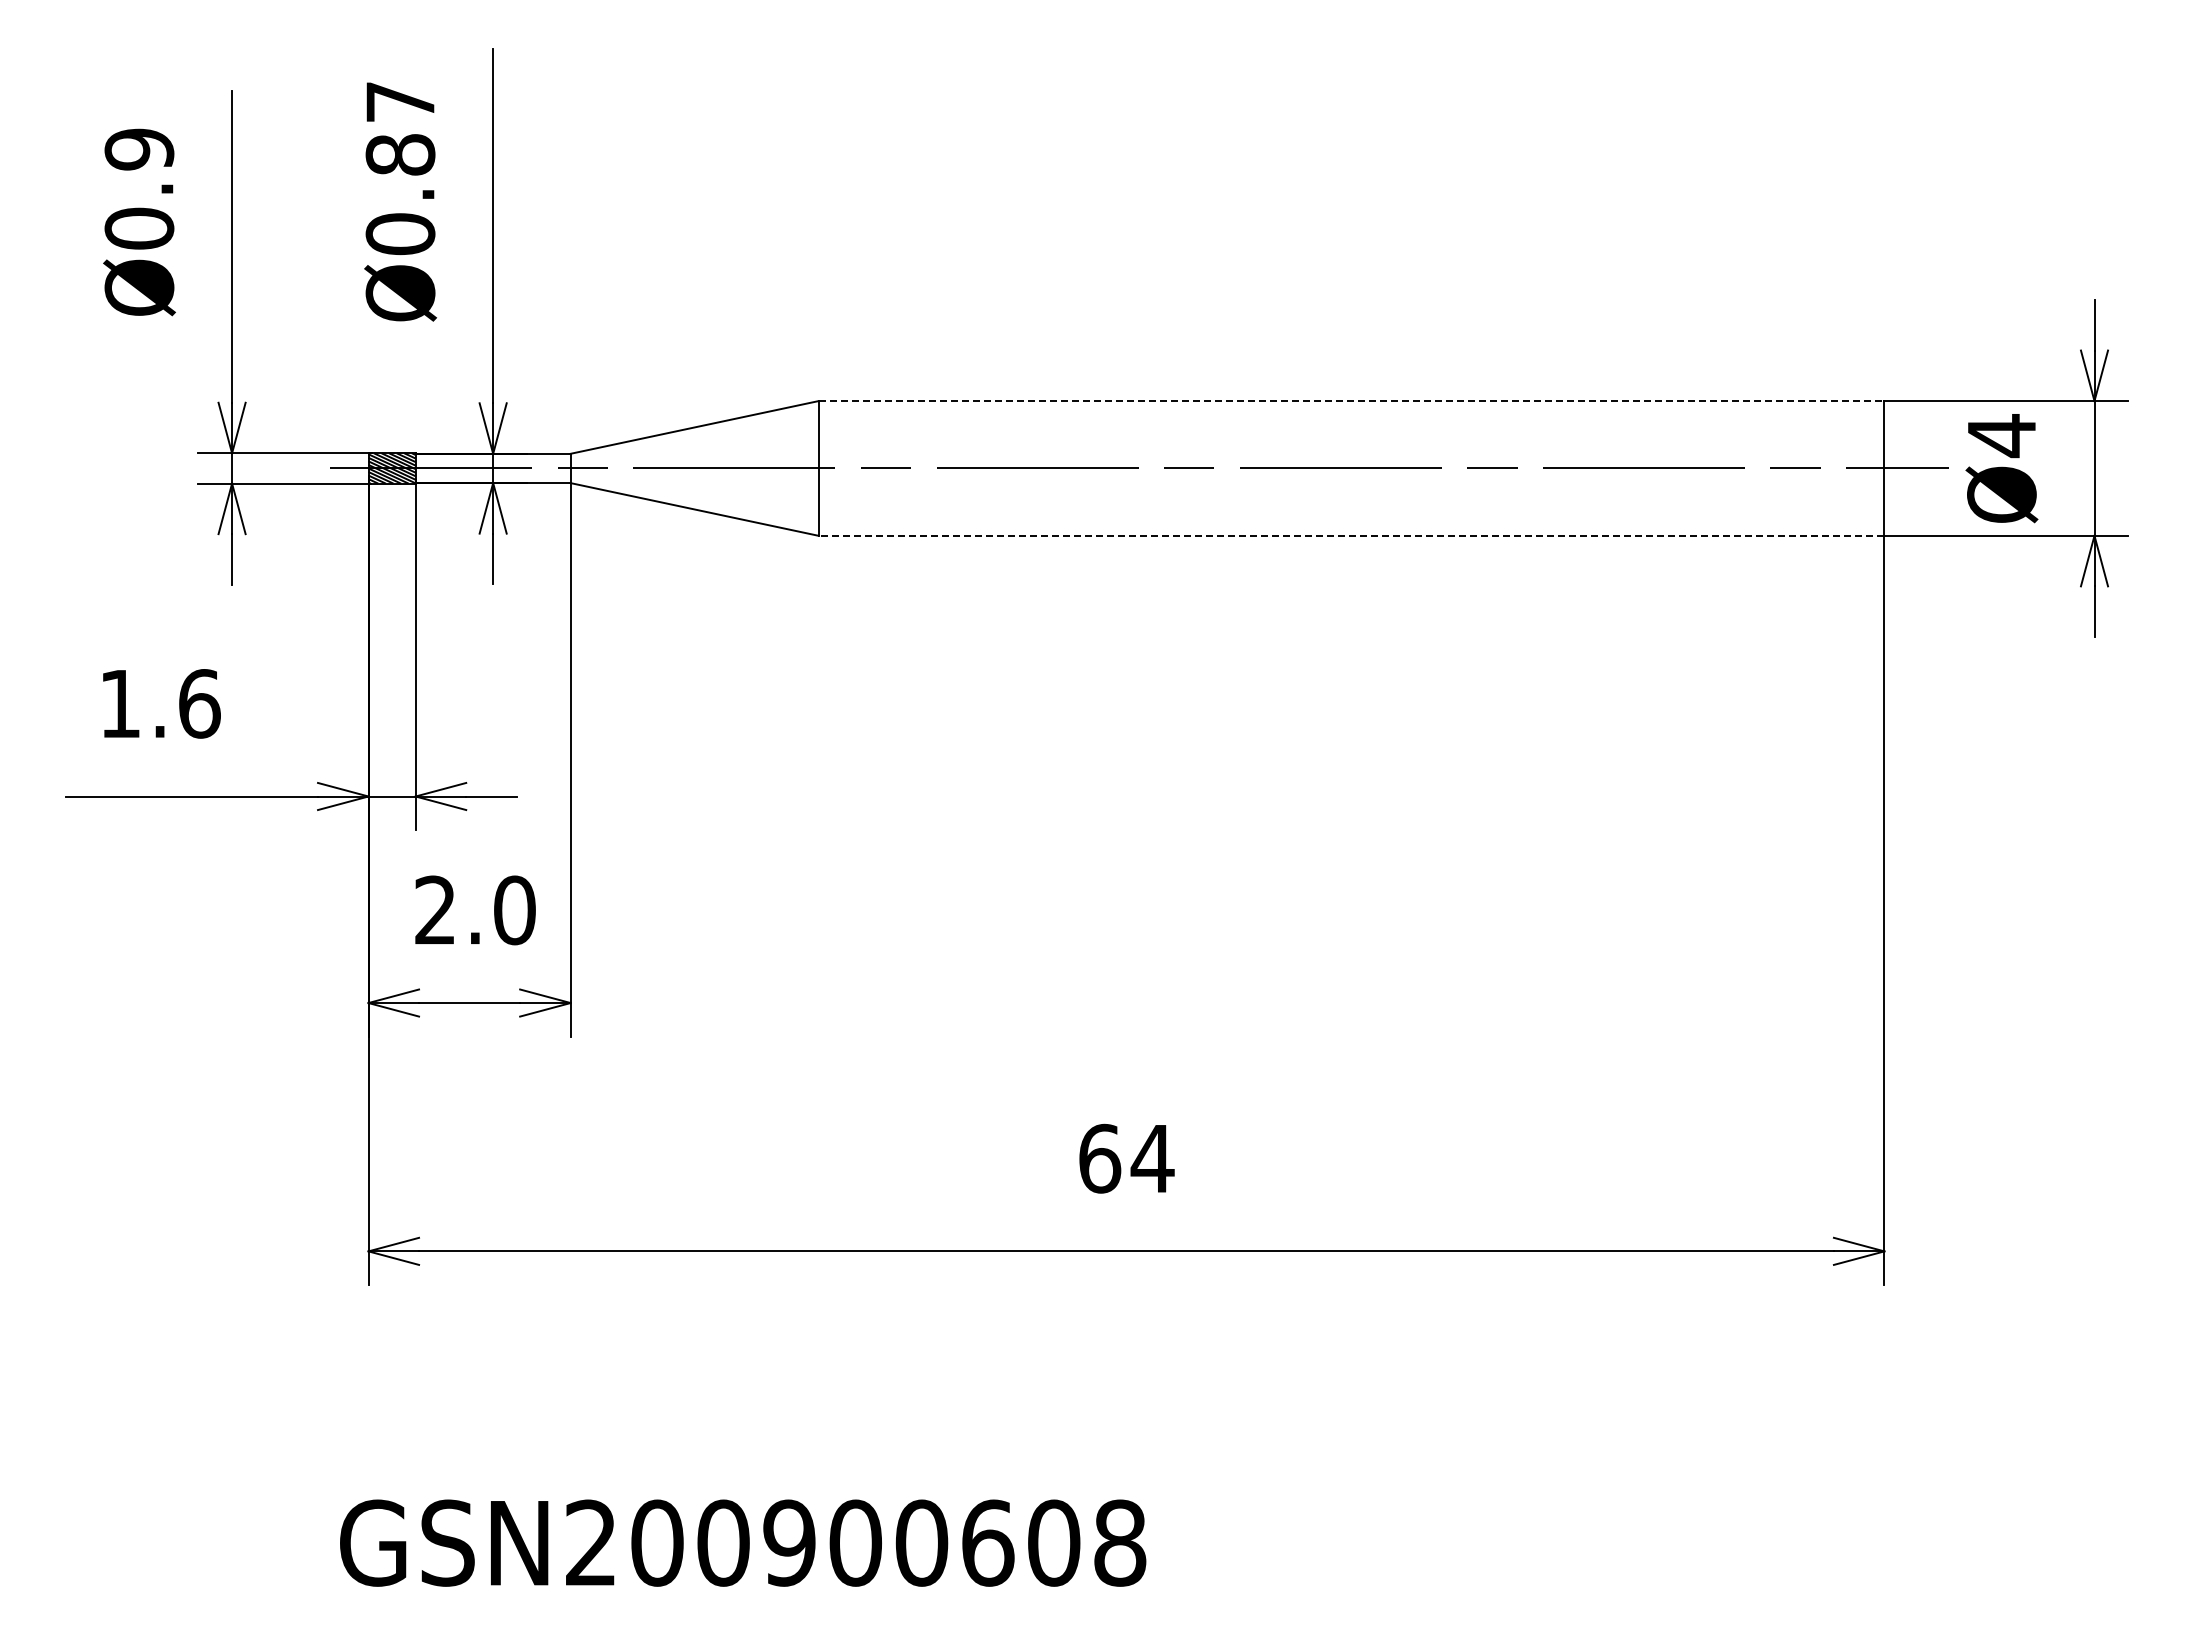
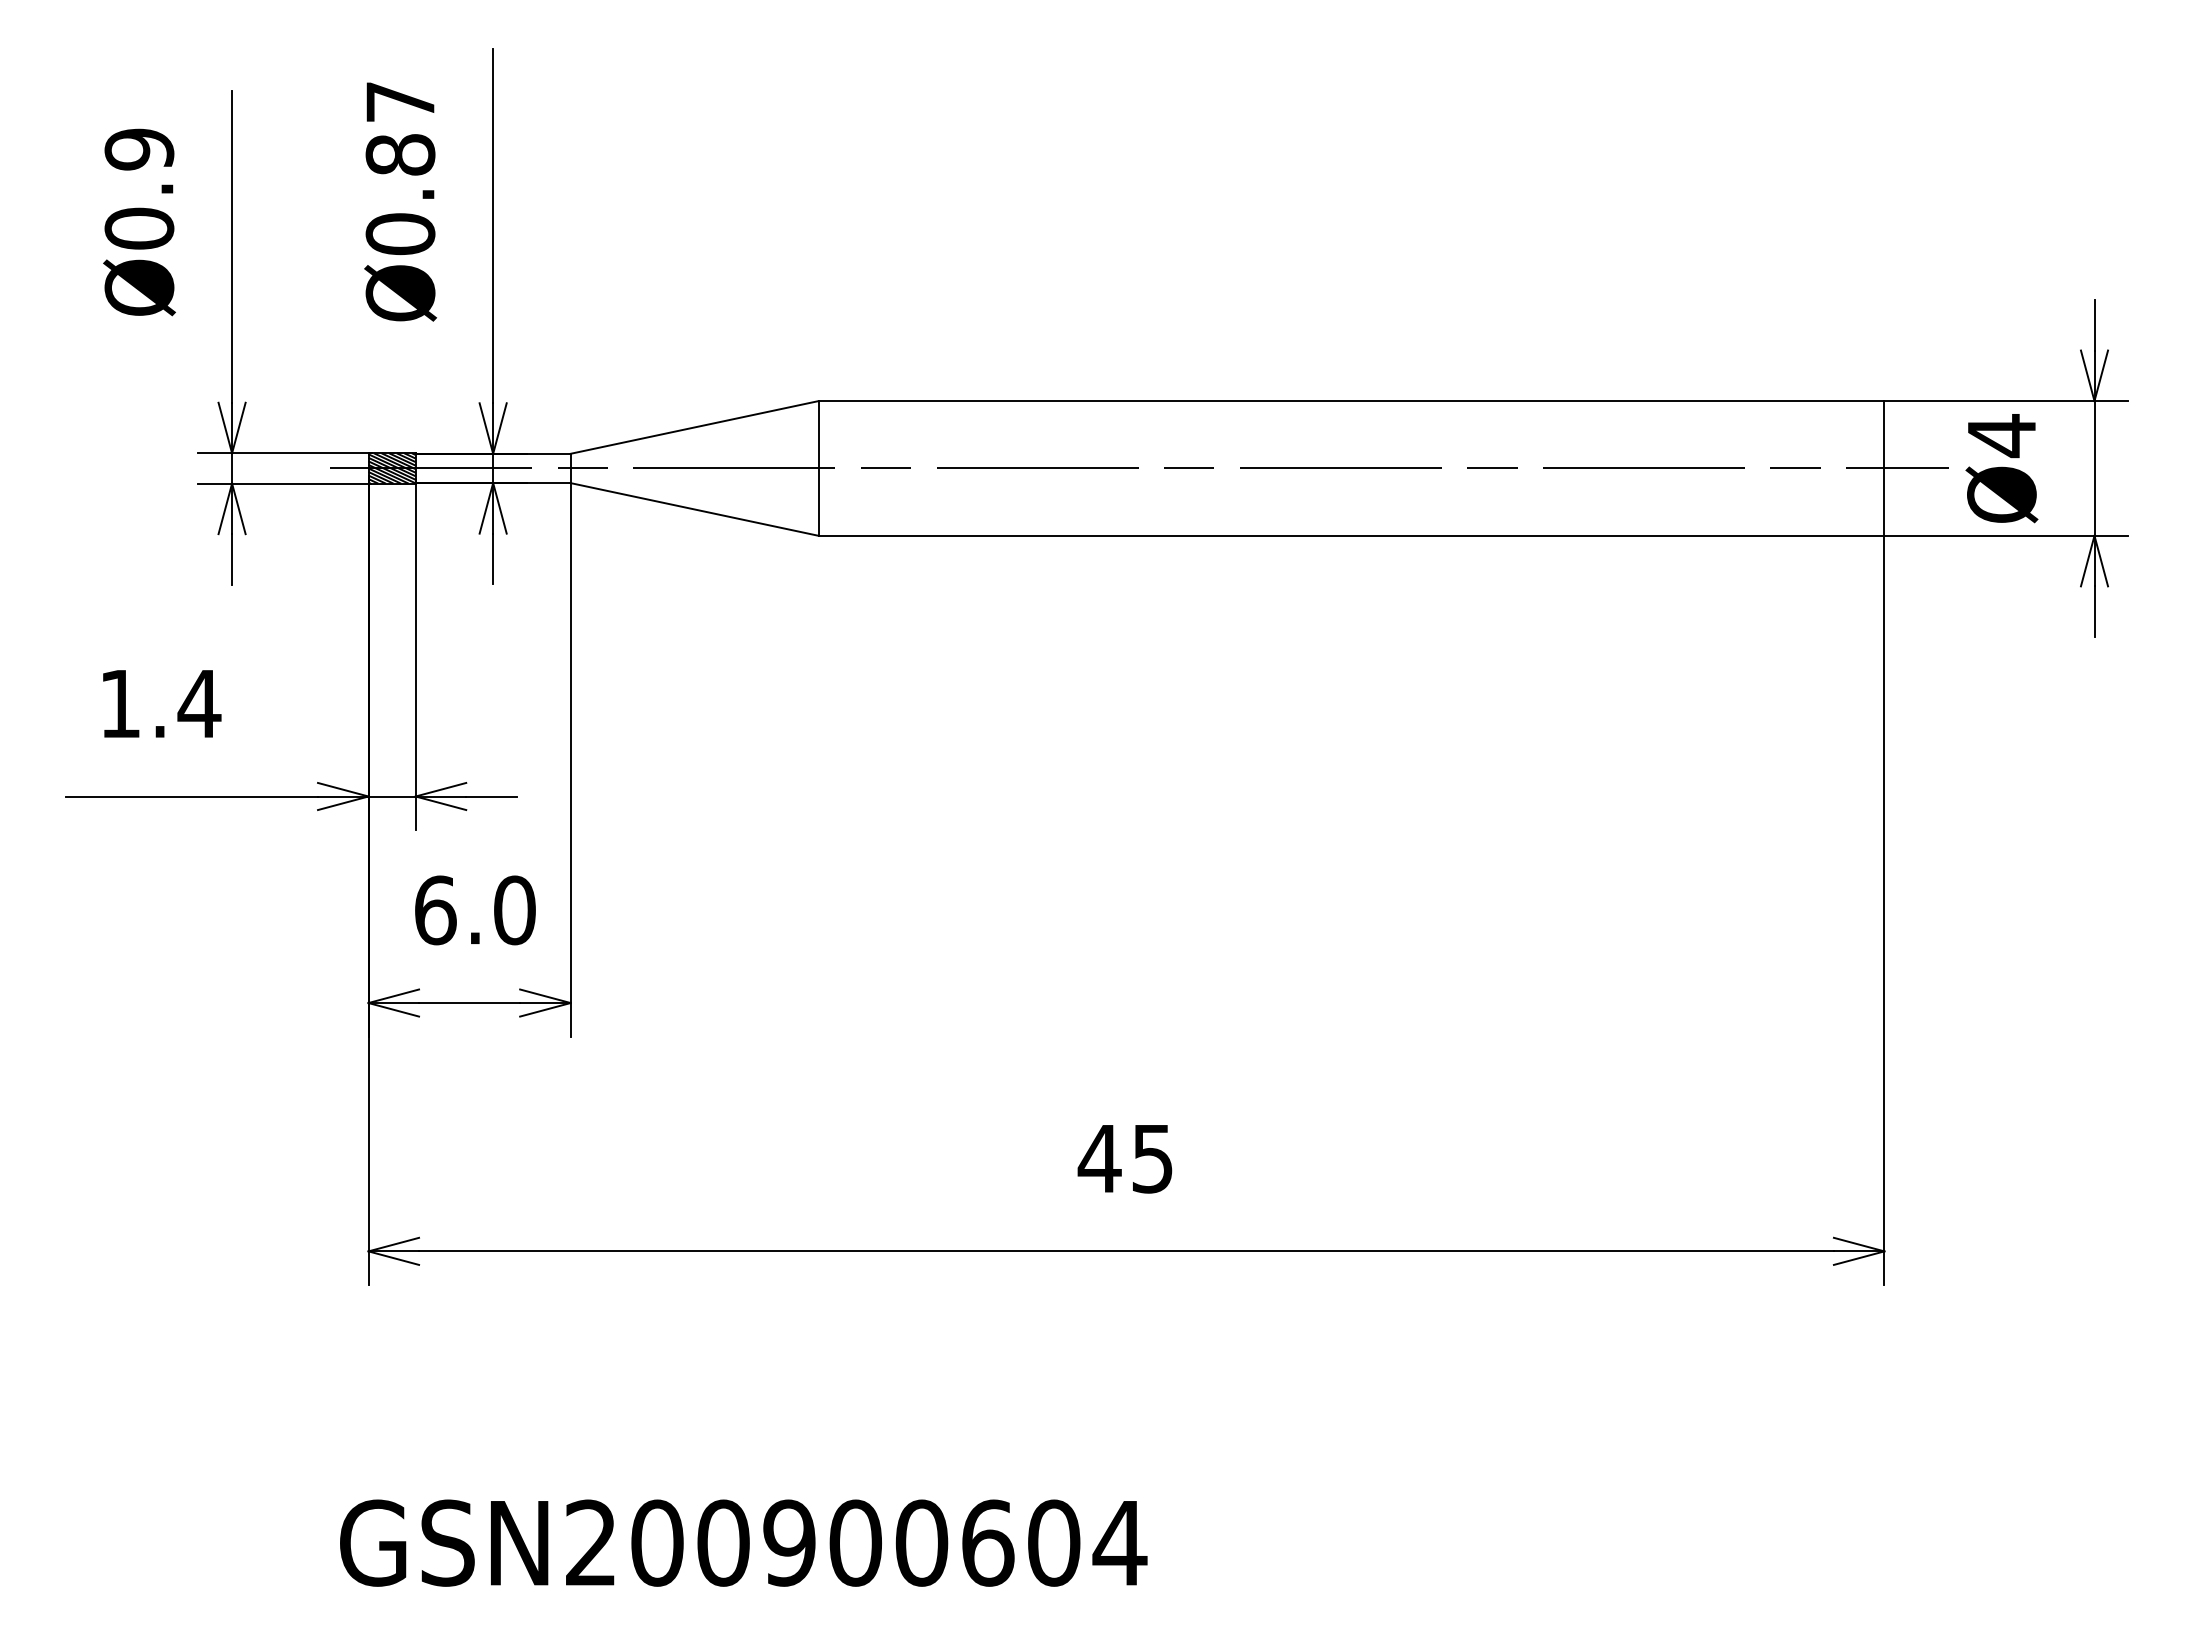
line at (1351, 401): dashed -> solid
line at (1351, 535): dashed -> solid
text at (199, 703): 1.6 -> 1.4
text at (435, 910): 2.0 -> 6.0
text at (1125, 1158): 64 -> 45
text at (1119, 1542): GSN200900608 -> GSN200900604
